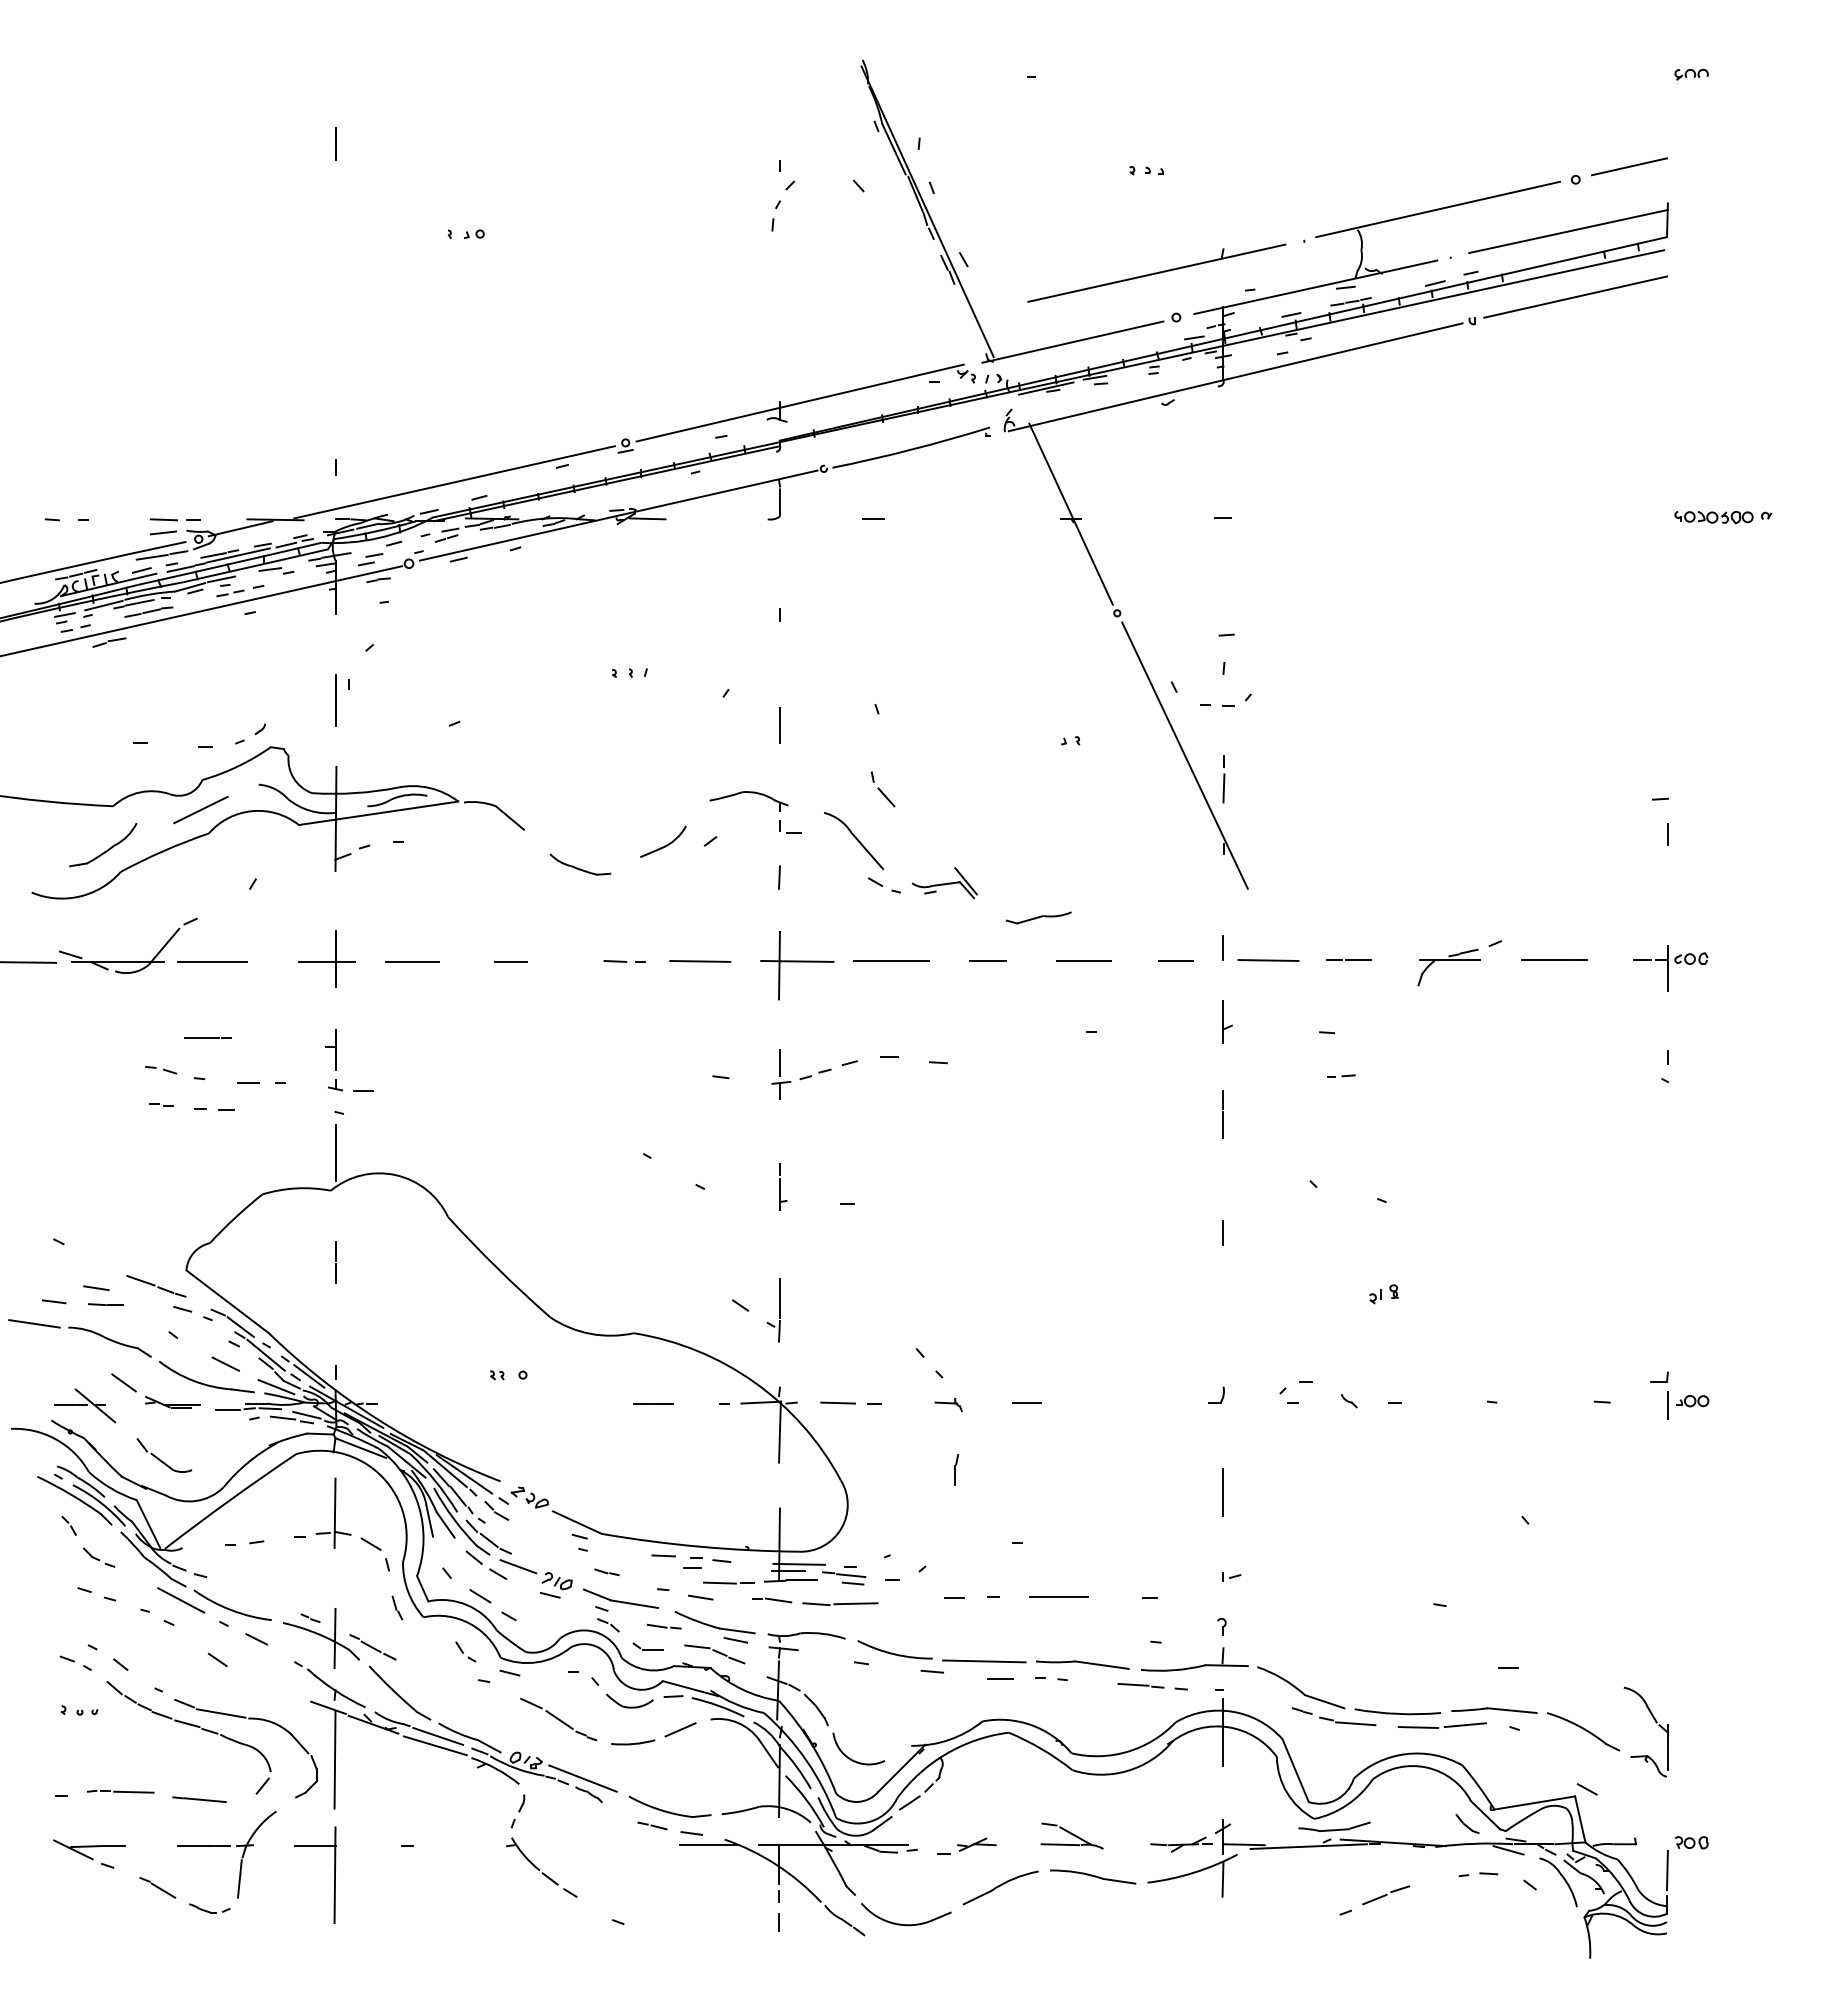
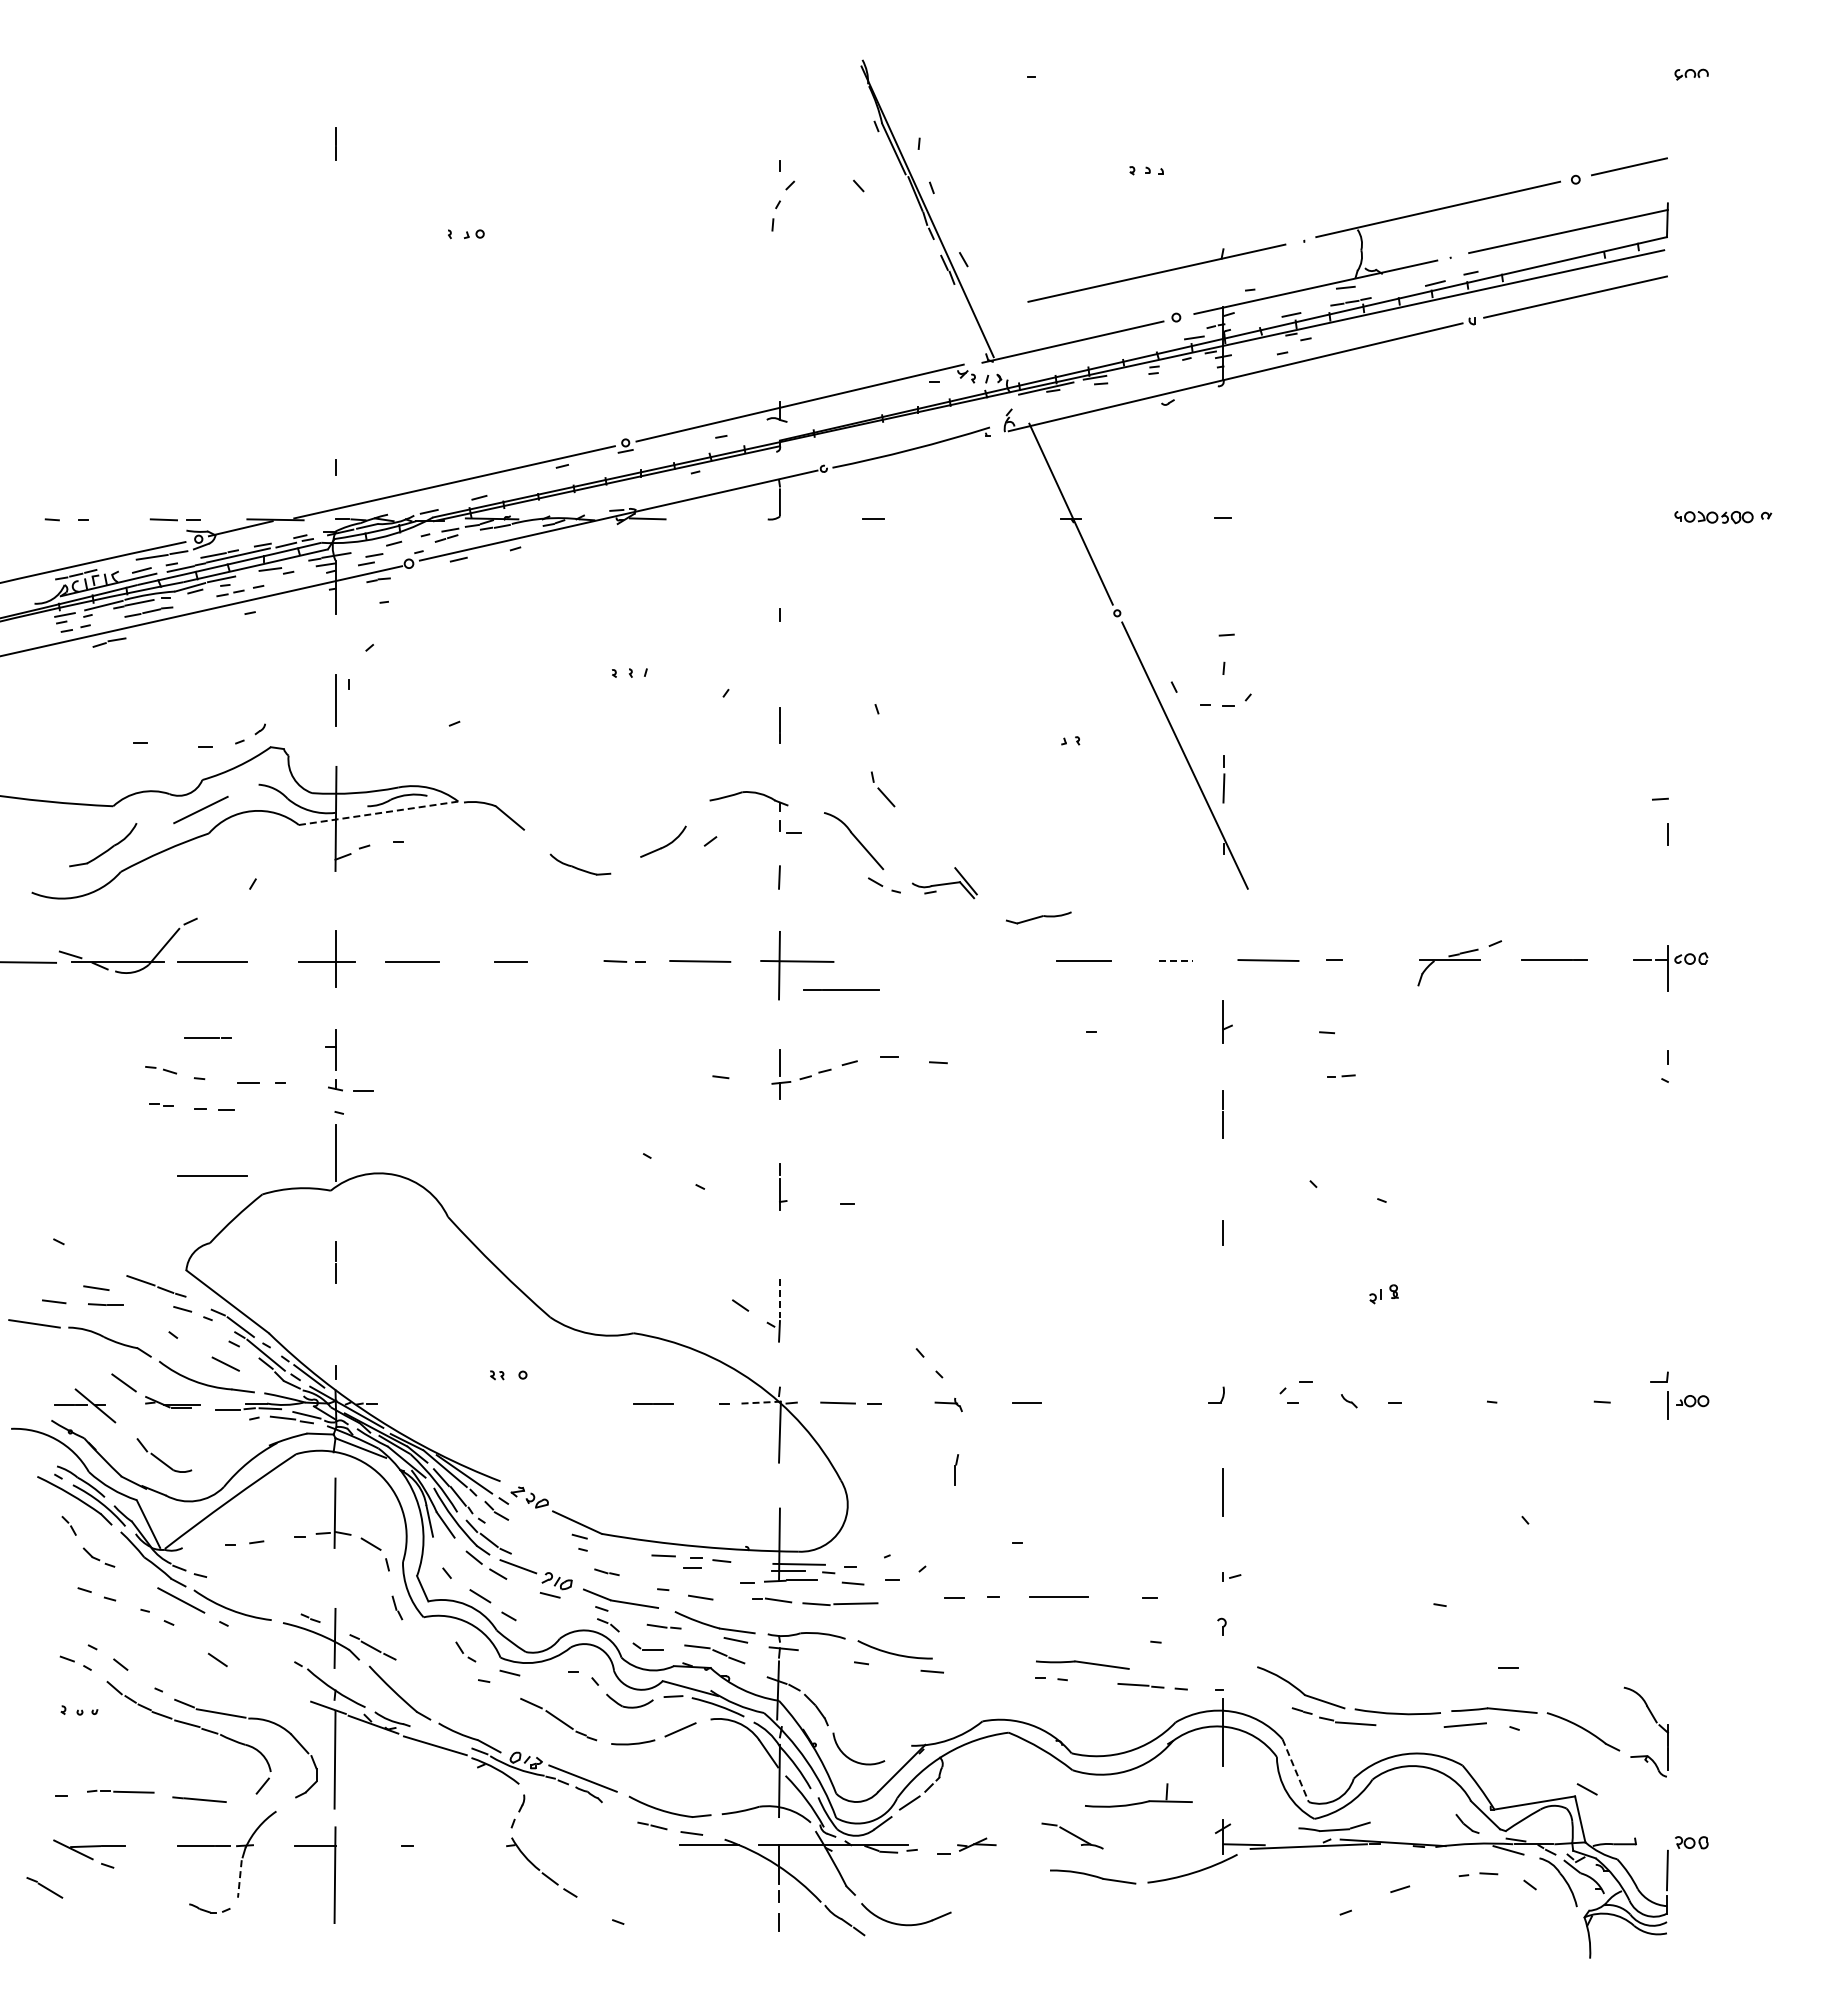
line at (163, 532): present -> none
line at (378, 813): solid -> dashed
line at (1223, 947): present -> none
line at (891, 960) position: (891, 960) -> (841, 989)
line at (987, 960): present -> none
line at (1176, 960): solid -> dashed
line at (1358, 960): present -> none
line at (212, 1175): none -> present
line at (779, 1298): solid -> dashed
line at (276, 1387): present -> none
line at (761, 1402): solid -> dashed
line at (851, 1575): present -> none
line at (719, 1582): present -> none
line at (256, 1639): present -> none
line at (984, 1661): present -> none
part at (1194, 1666) position: (1194, 1666) -> (1138, 1802)
line at (1000, 1679): present -> none
line at (1418, 1727): present -> none
line at (438, 1735): present -> none
line at (1295, 1771): solid -> dashed
line at (1060, 1844): present -> none
part at (1181, 1844): present -> none
line at (239, 1878): solid -> dashed
line at (1222, 1879): present -> none
part at (157, 1887) position: (157, 1887) -> (44, 1887)
part at (1000, 1887): present -> none
line at (1374, 1899): present -> none
